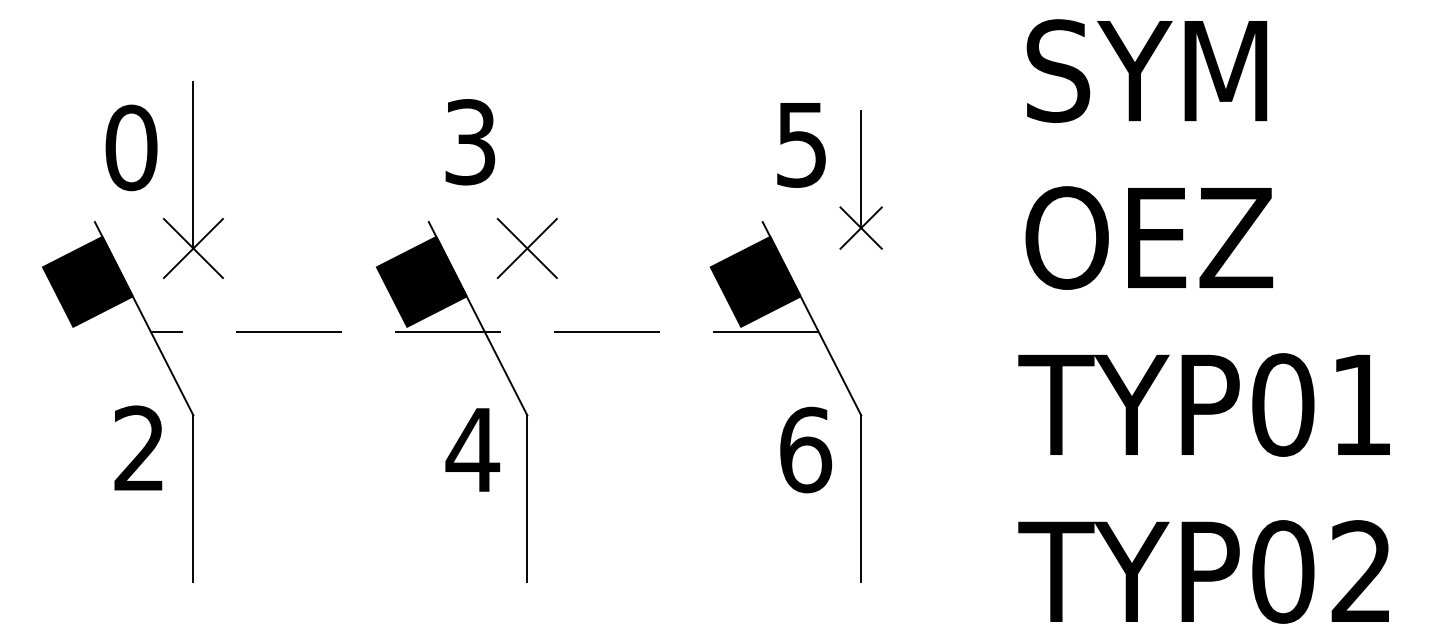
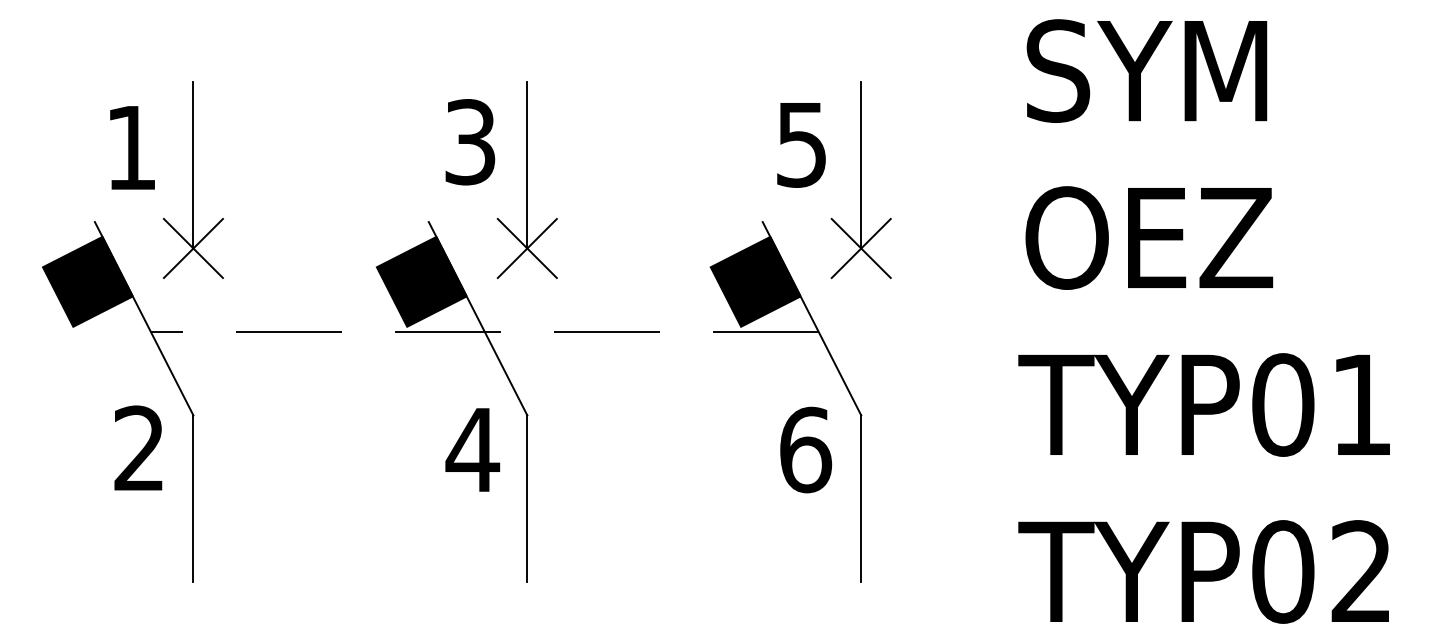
text at (131, 147): 0 -> 1
line at (527, 164): none -> present
part at (860, 179) size: 44x140 px -> 62x199 px
